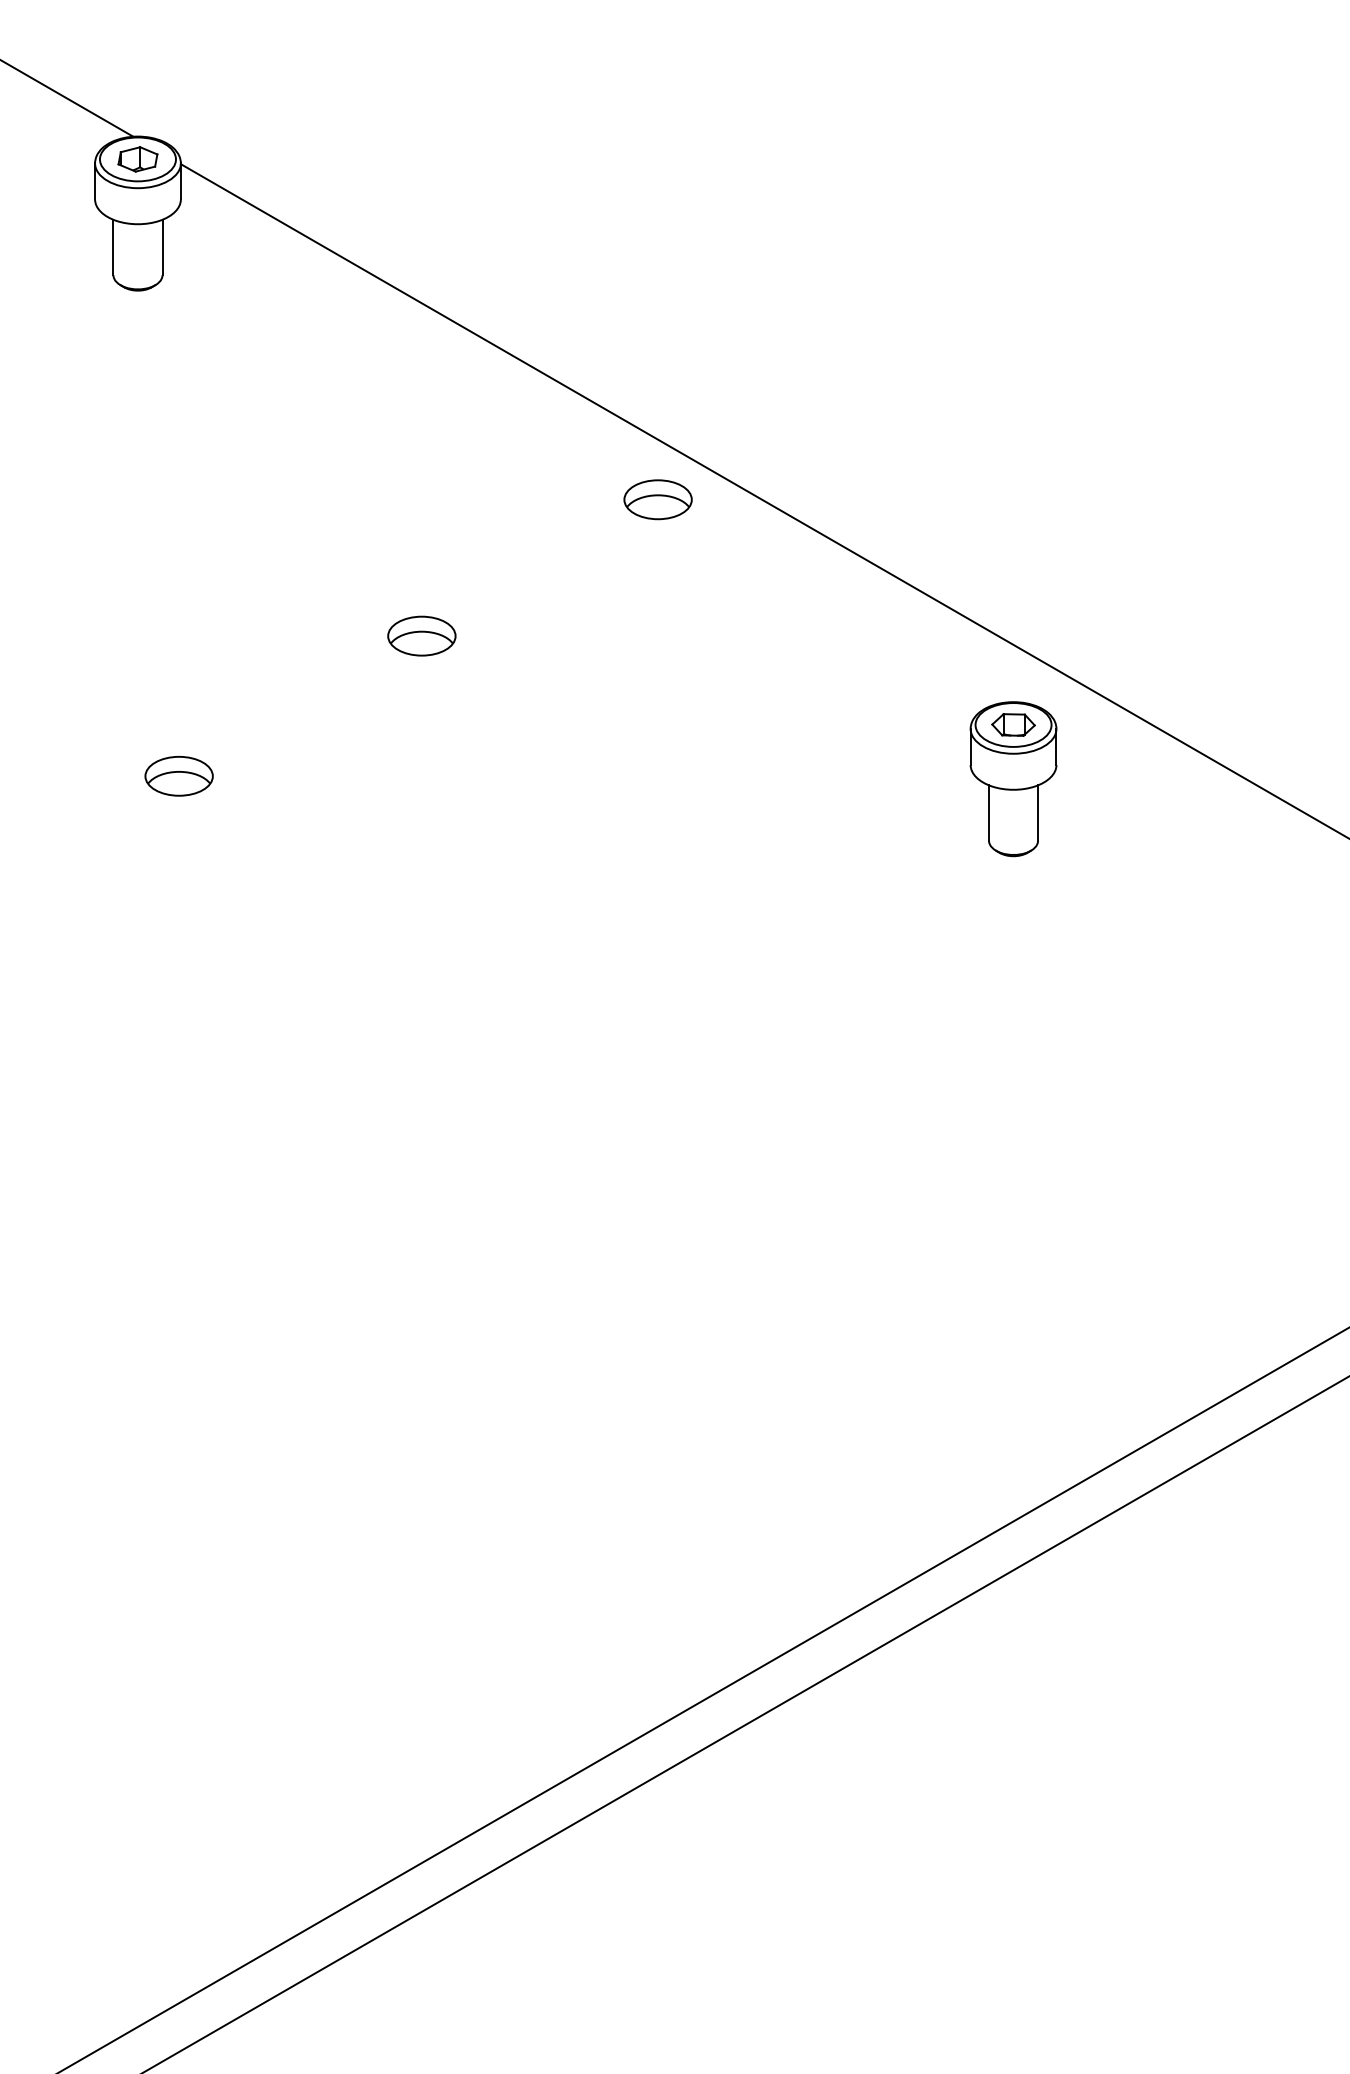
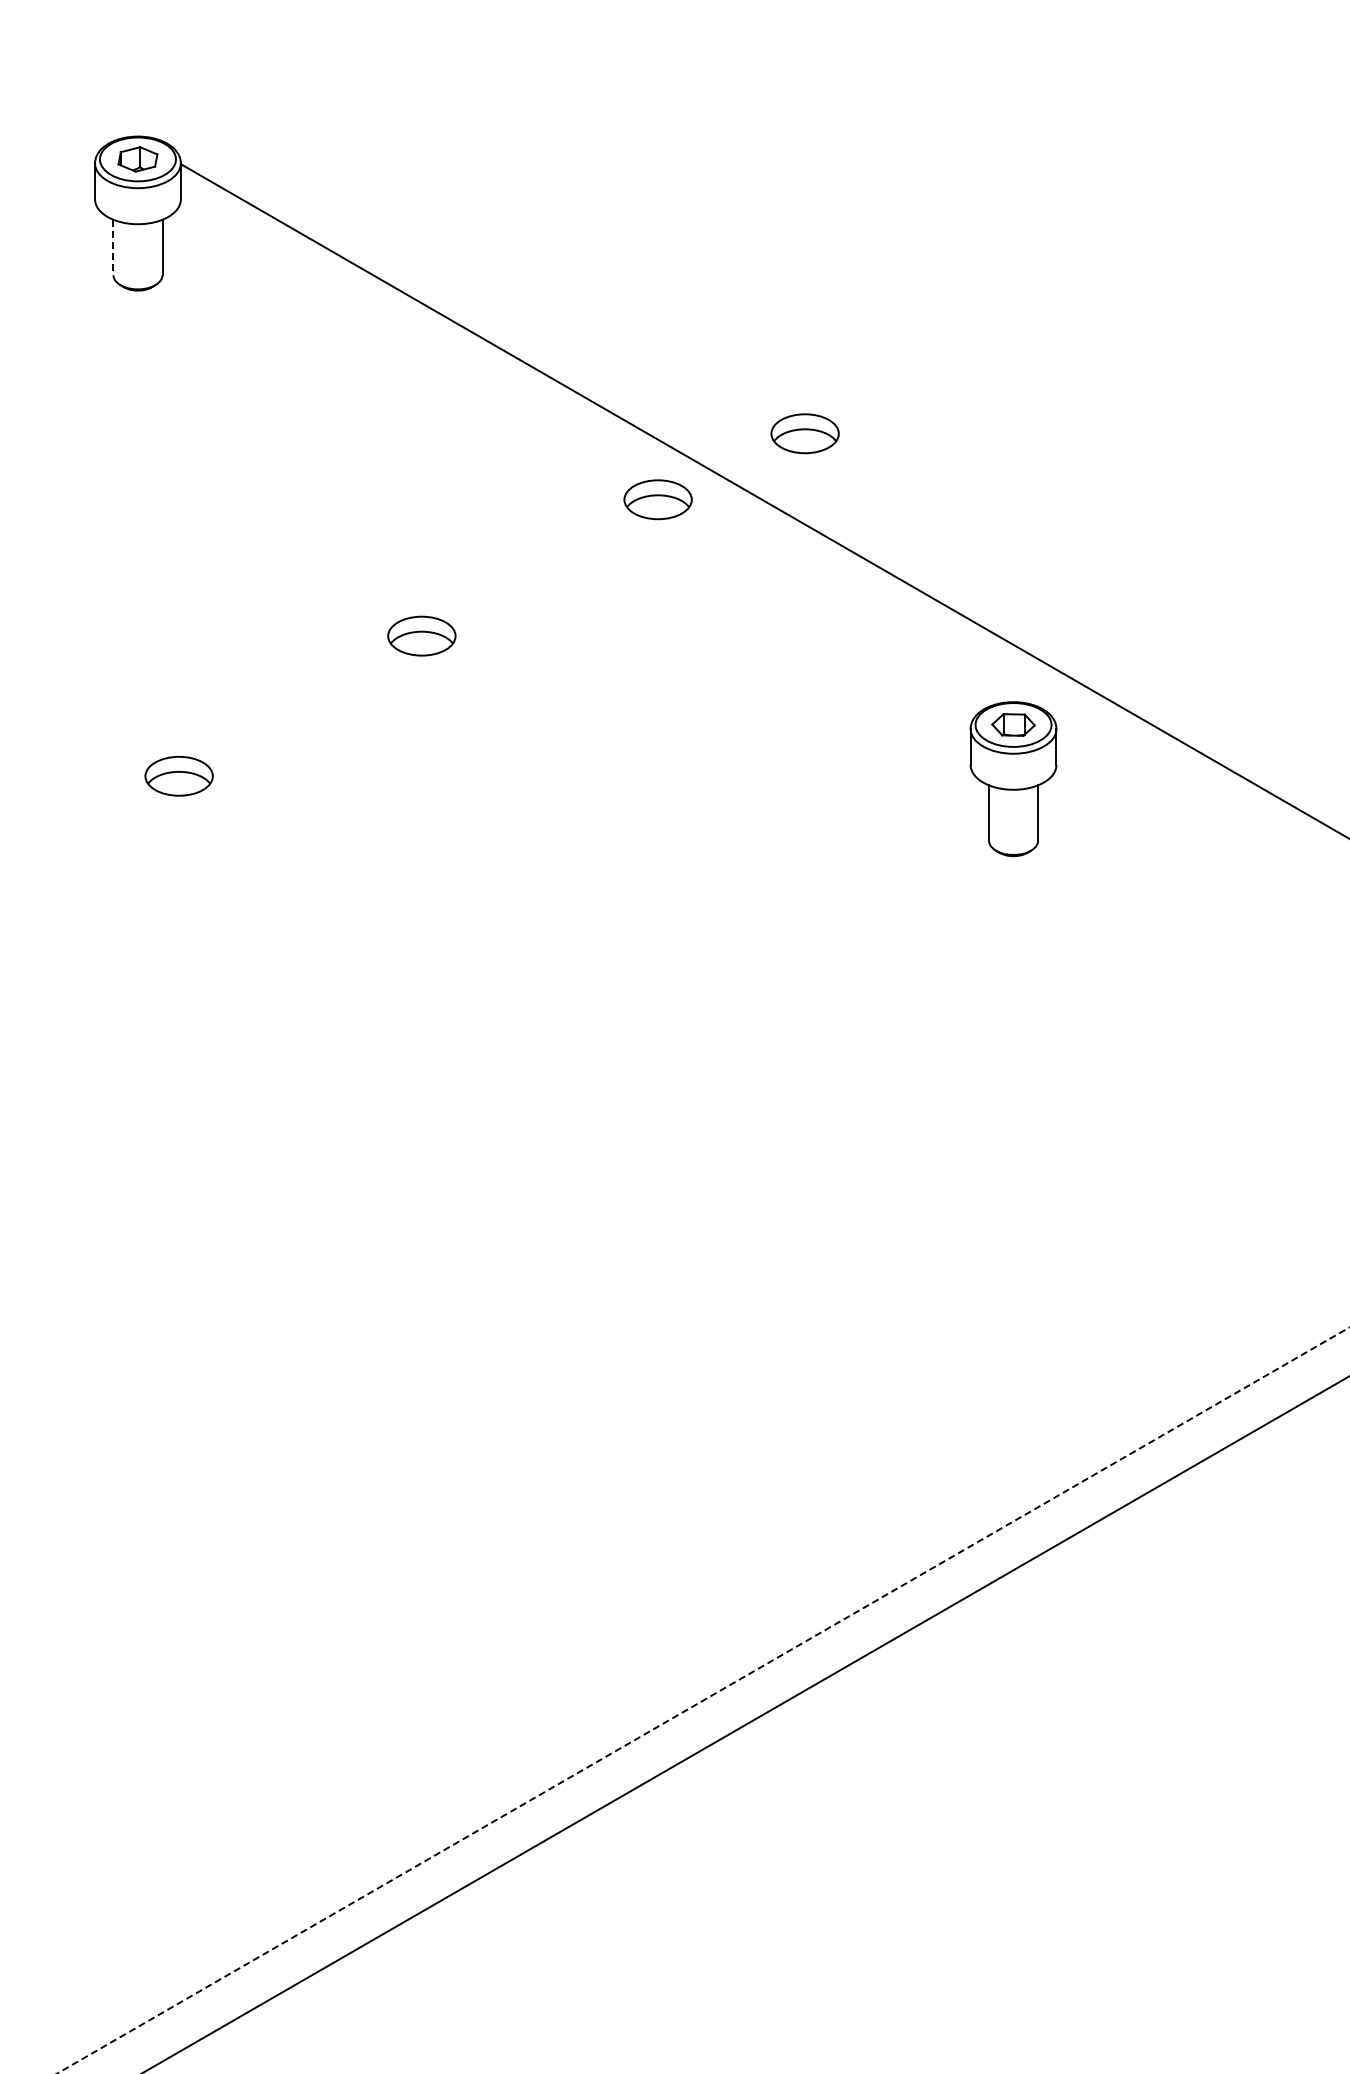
line at (67, 98): present -> none
line at (113, 247): solid -> dashed
part at (804, 433): none -> present
line at (703, 1700): solid -> dashed
